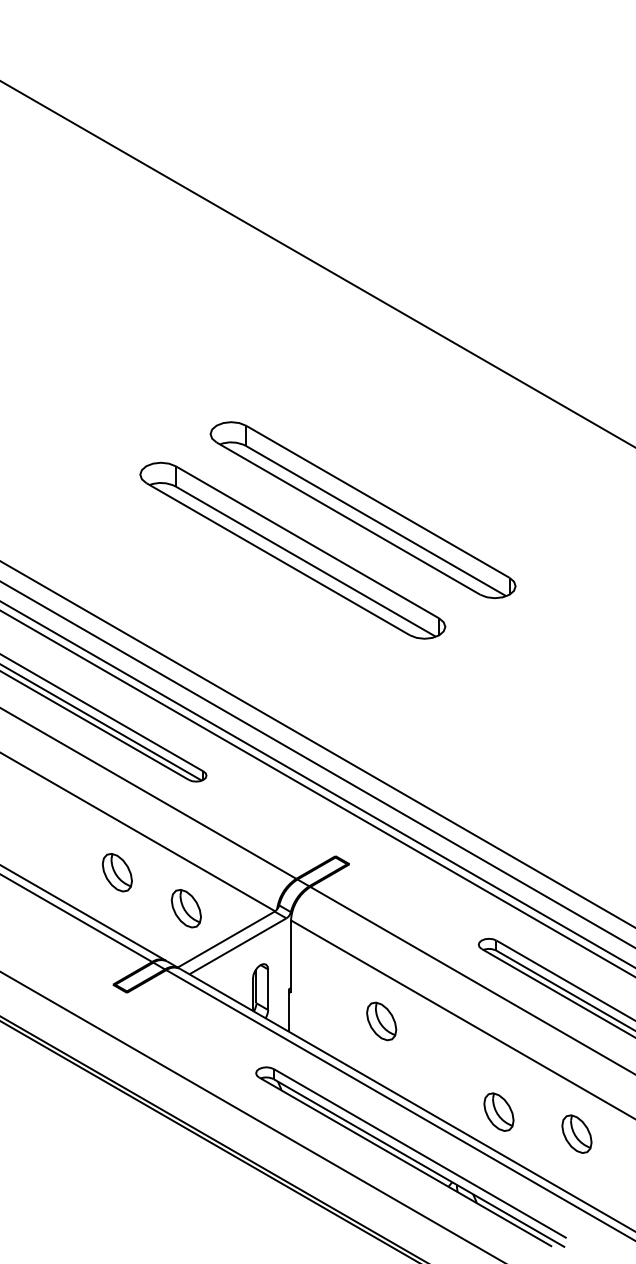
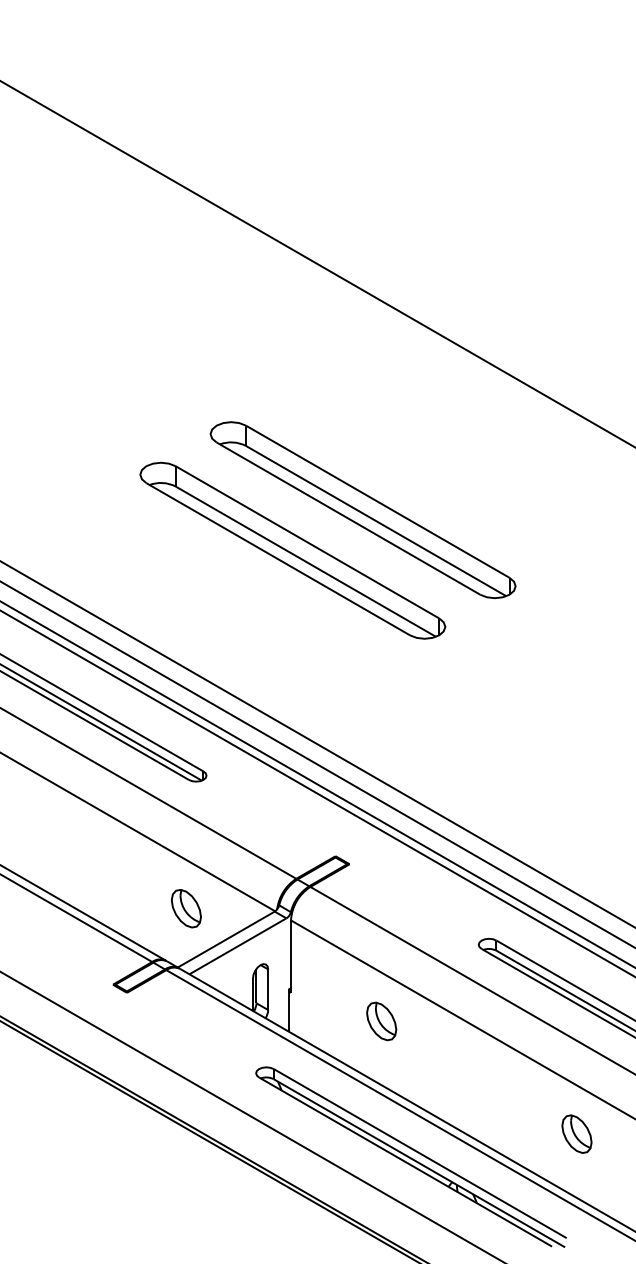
part at (116, 872): present -> none
part at (498, 1111): present -> none
